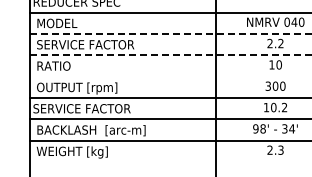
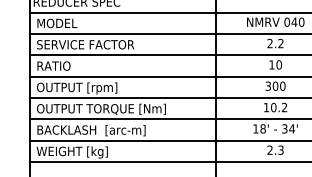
line at (171, 34): dashed -> solid
line at (171, 55): dashed -> solid
line at (169, 76): none -> present
text at (99, 108): SERVICE FACTOR -> OUTPUT TORQUE [Nm]
text at (255, 128): 98' -> 18'
line at (169, 162): none -> present
